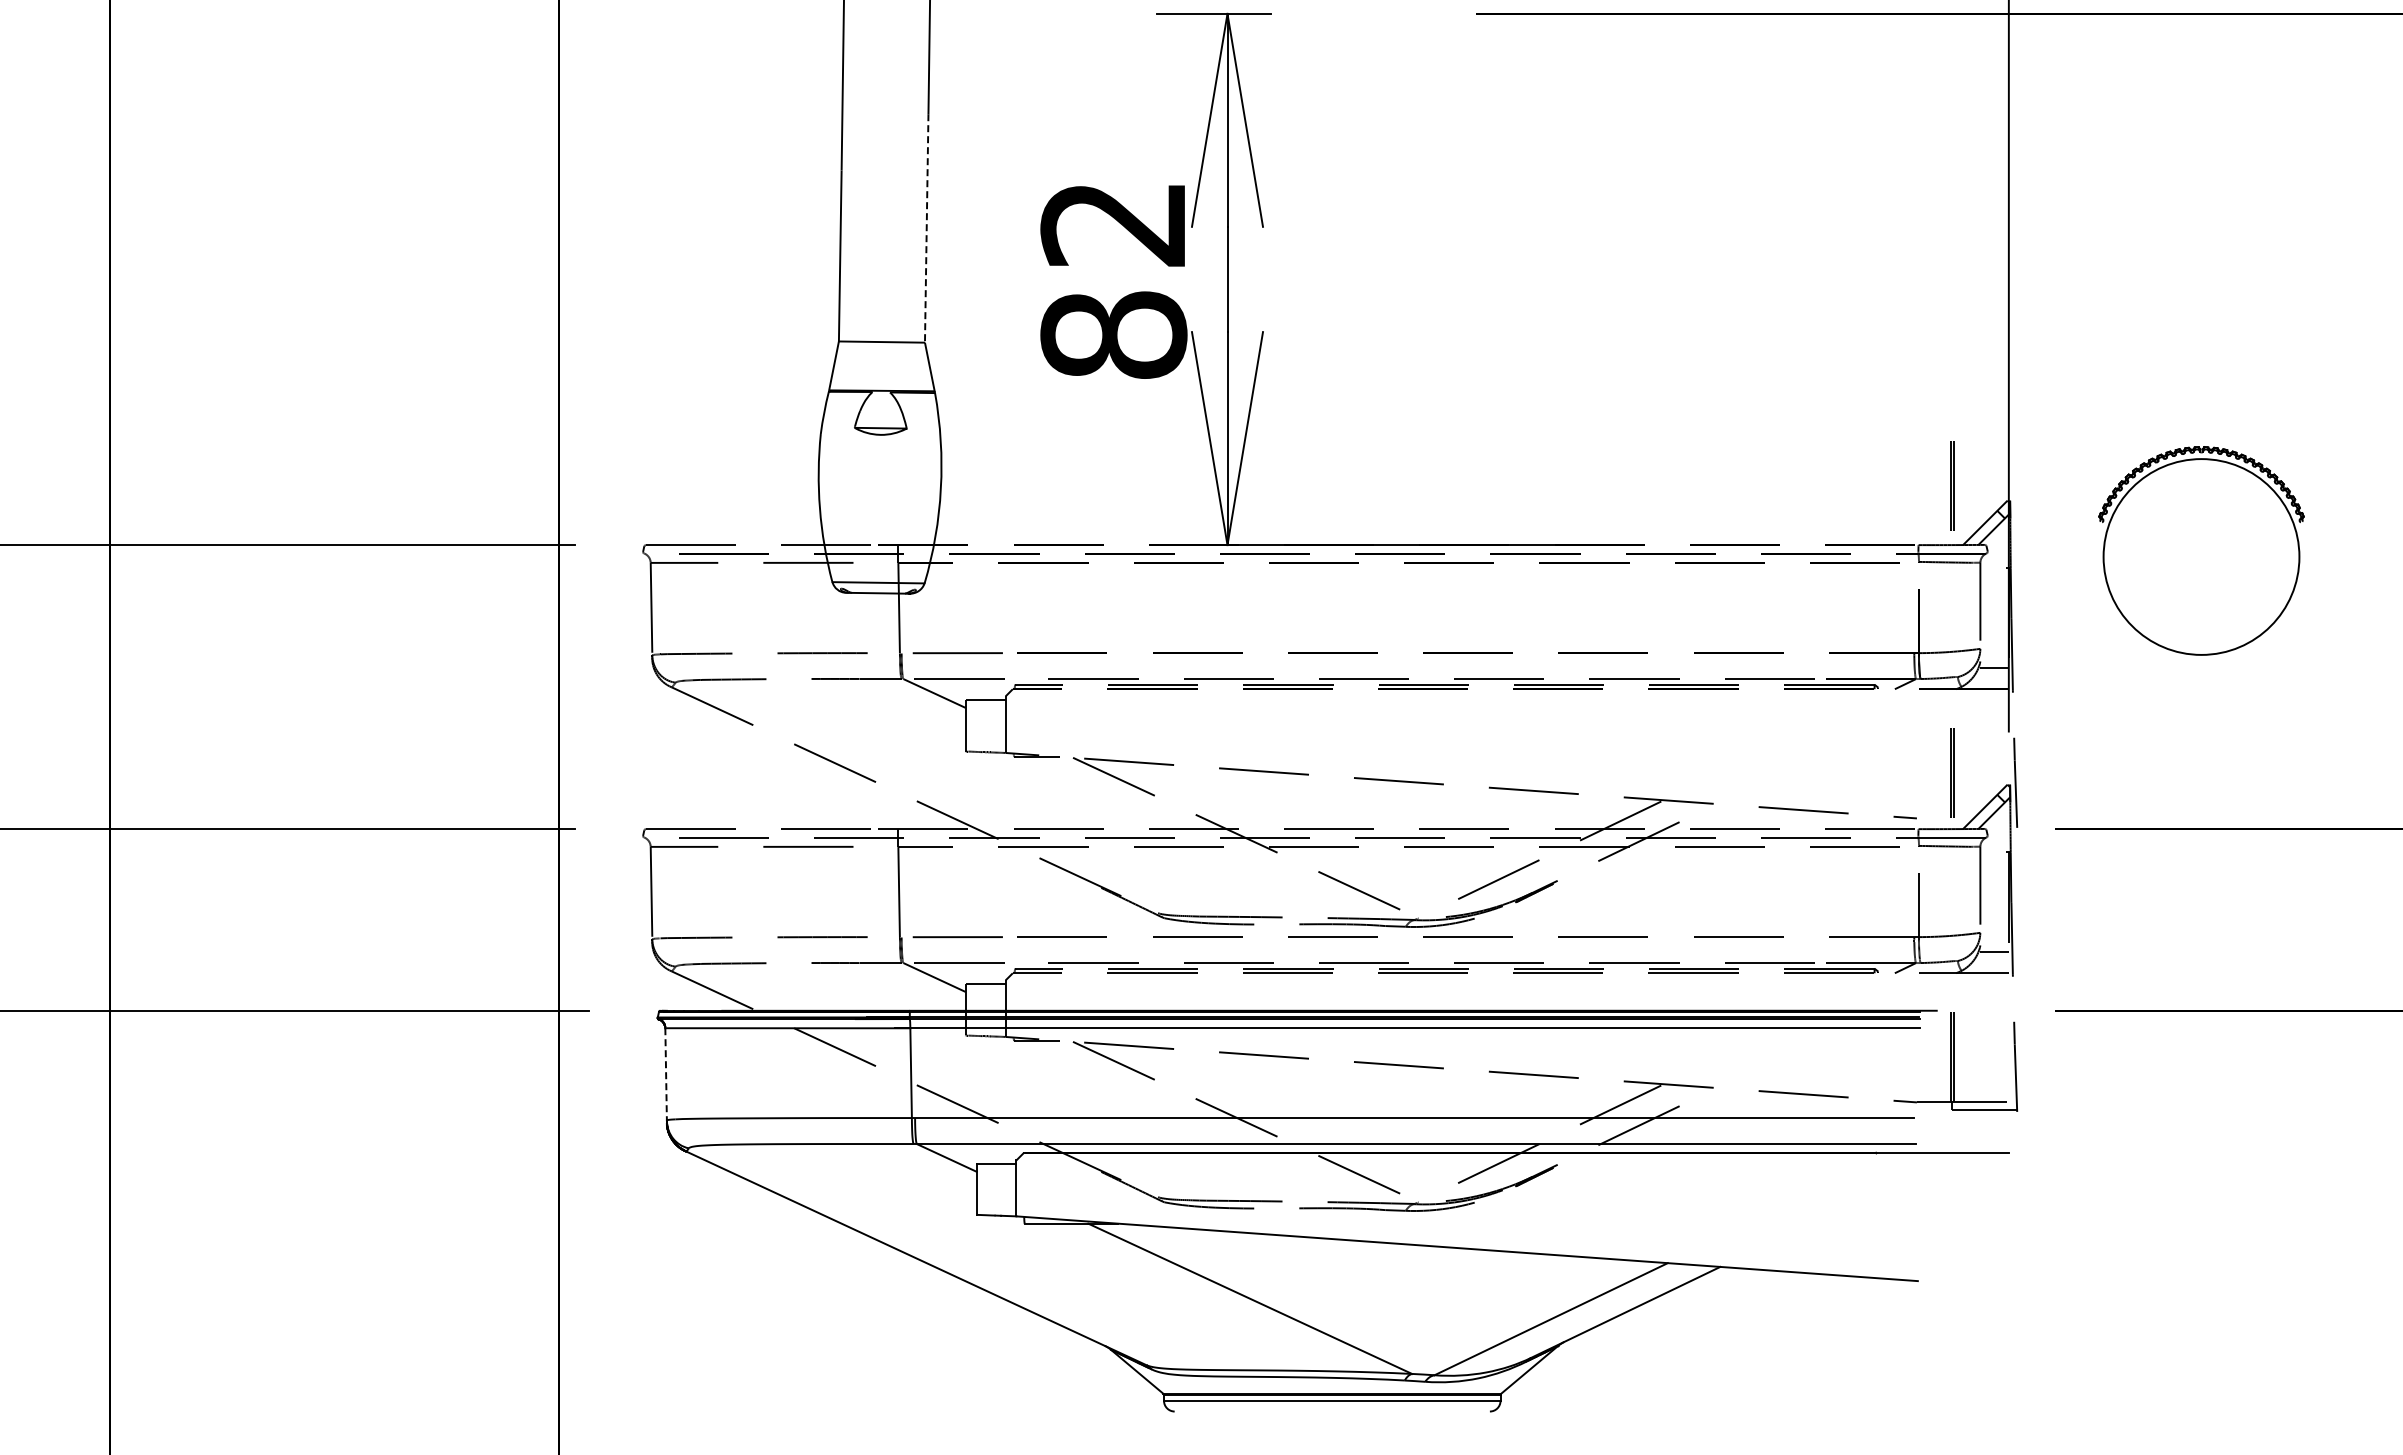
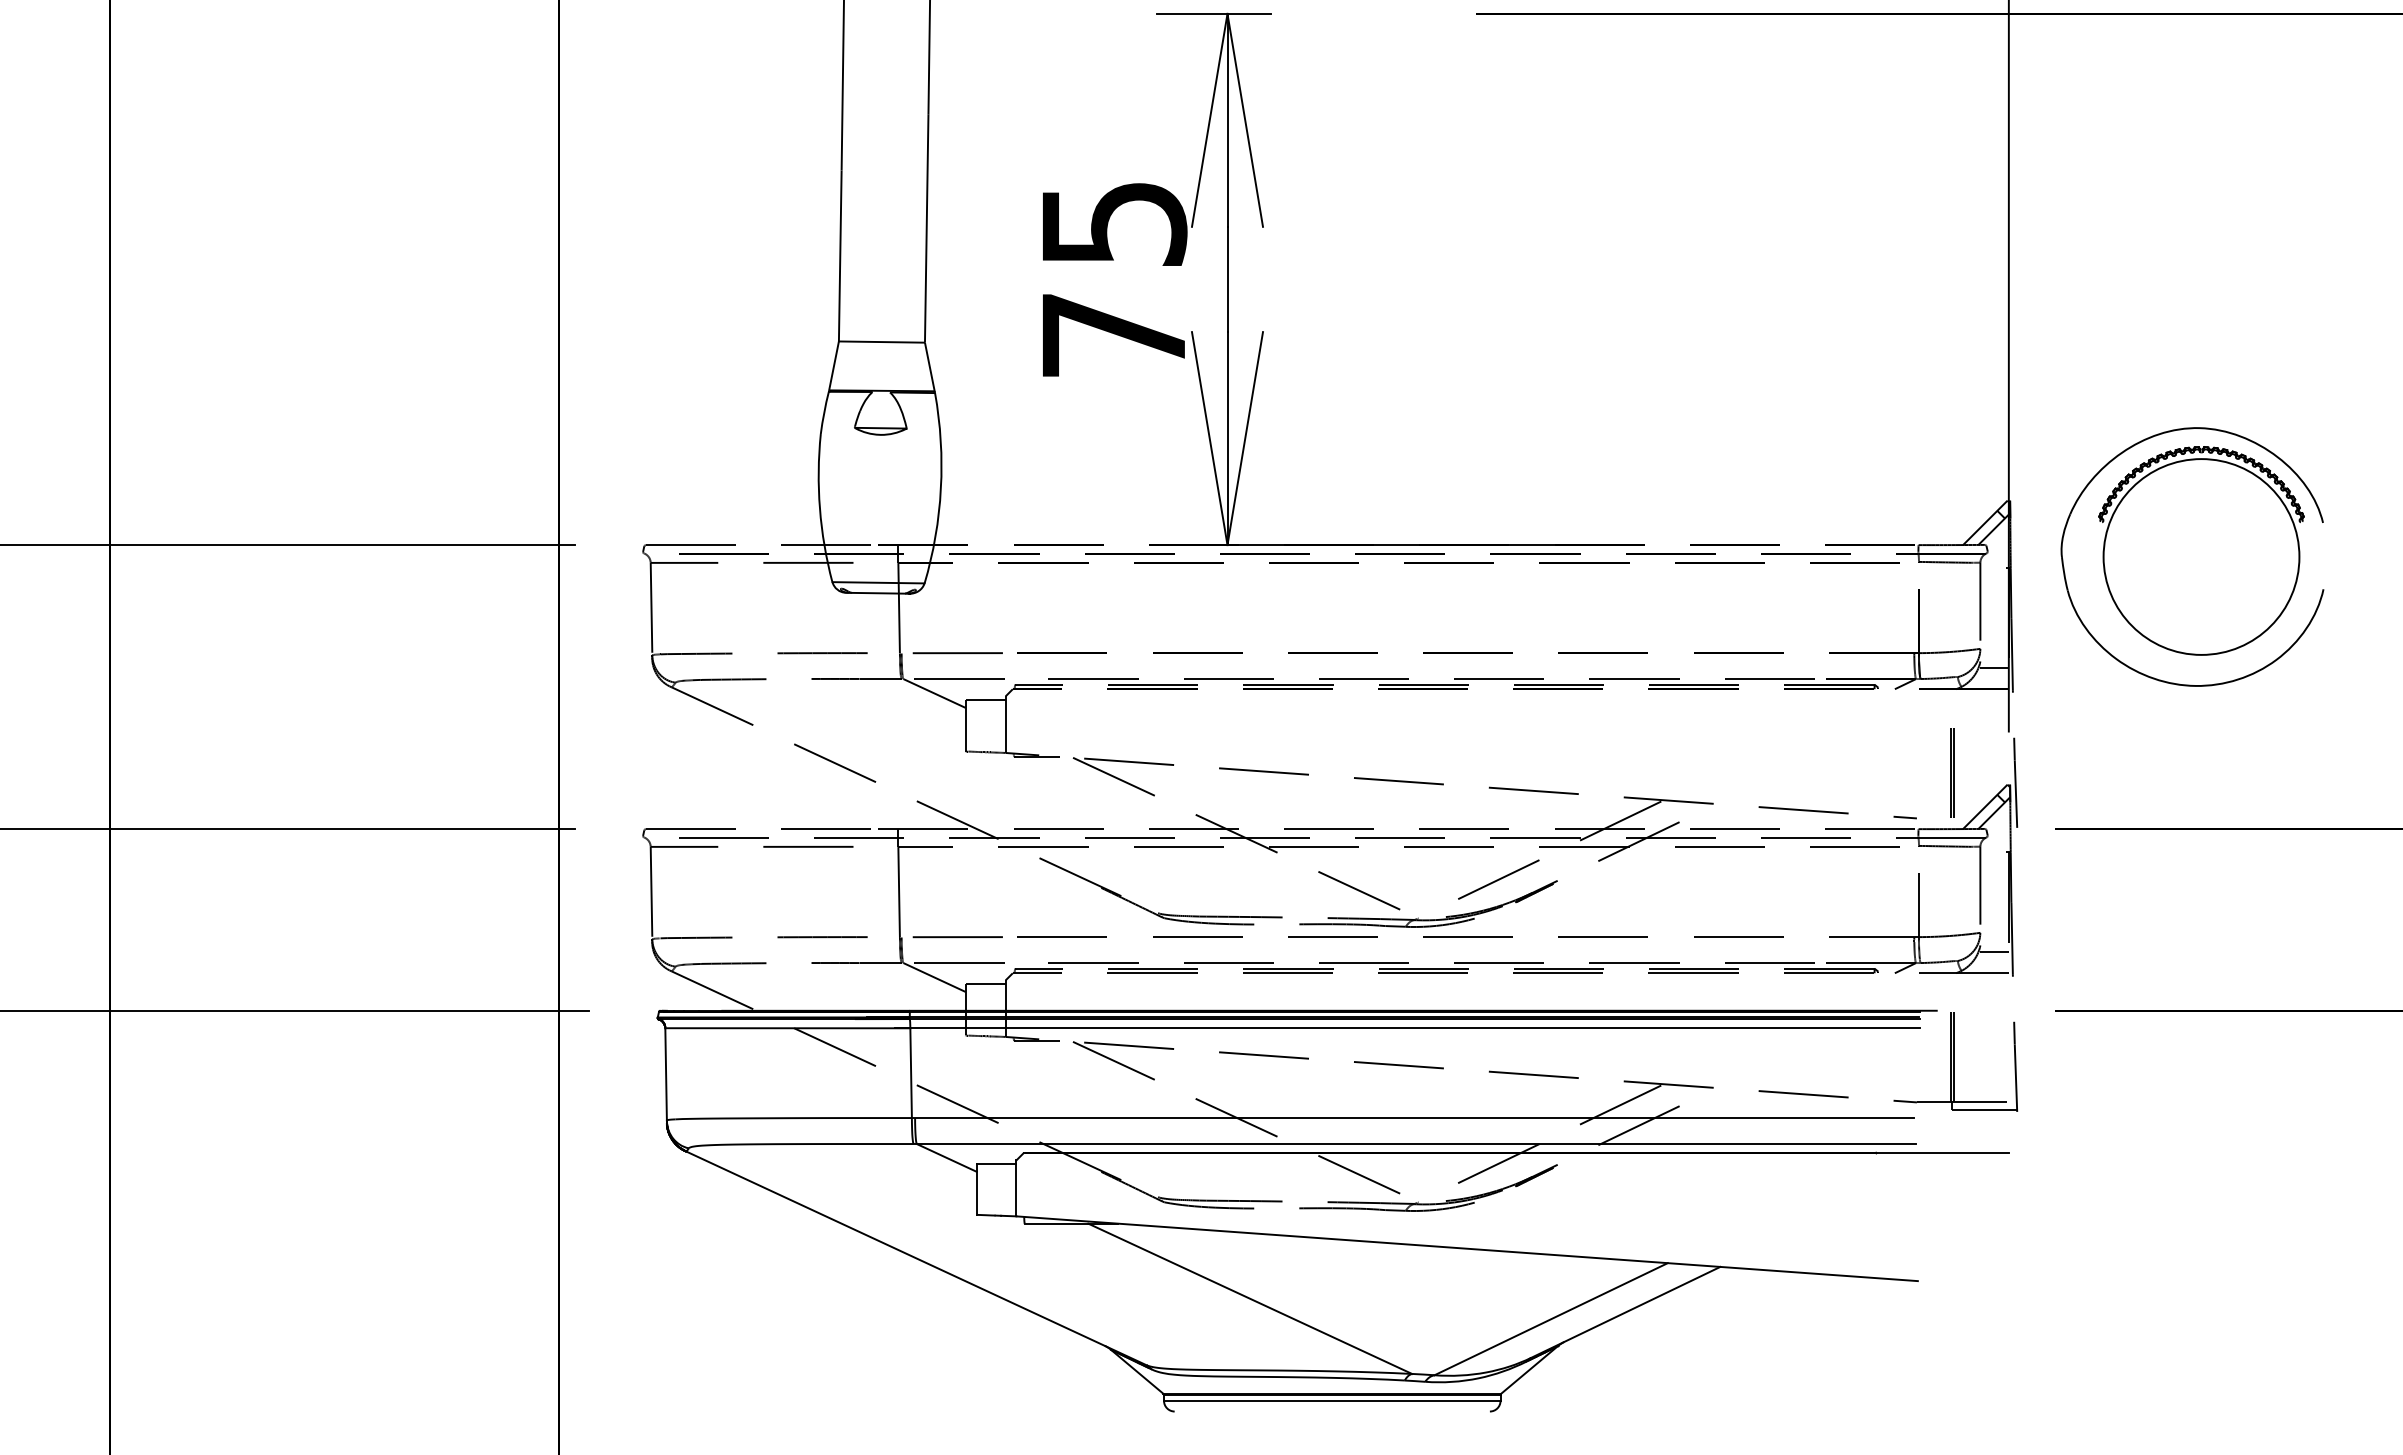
line at (926, 228): dashed -> solid
text at (1113, 280): 82 -> 75
part at (2129, 449): none -> present
line at (1951, 485): present -> none
line at (666, 1074): dashed -> solid
